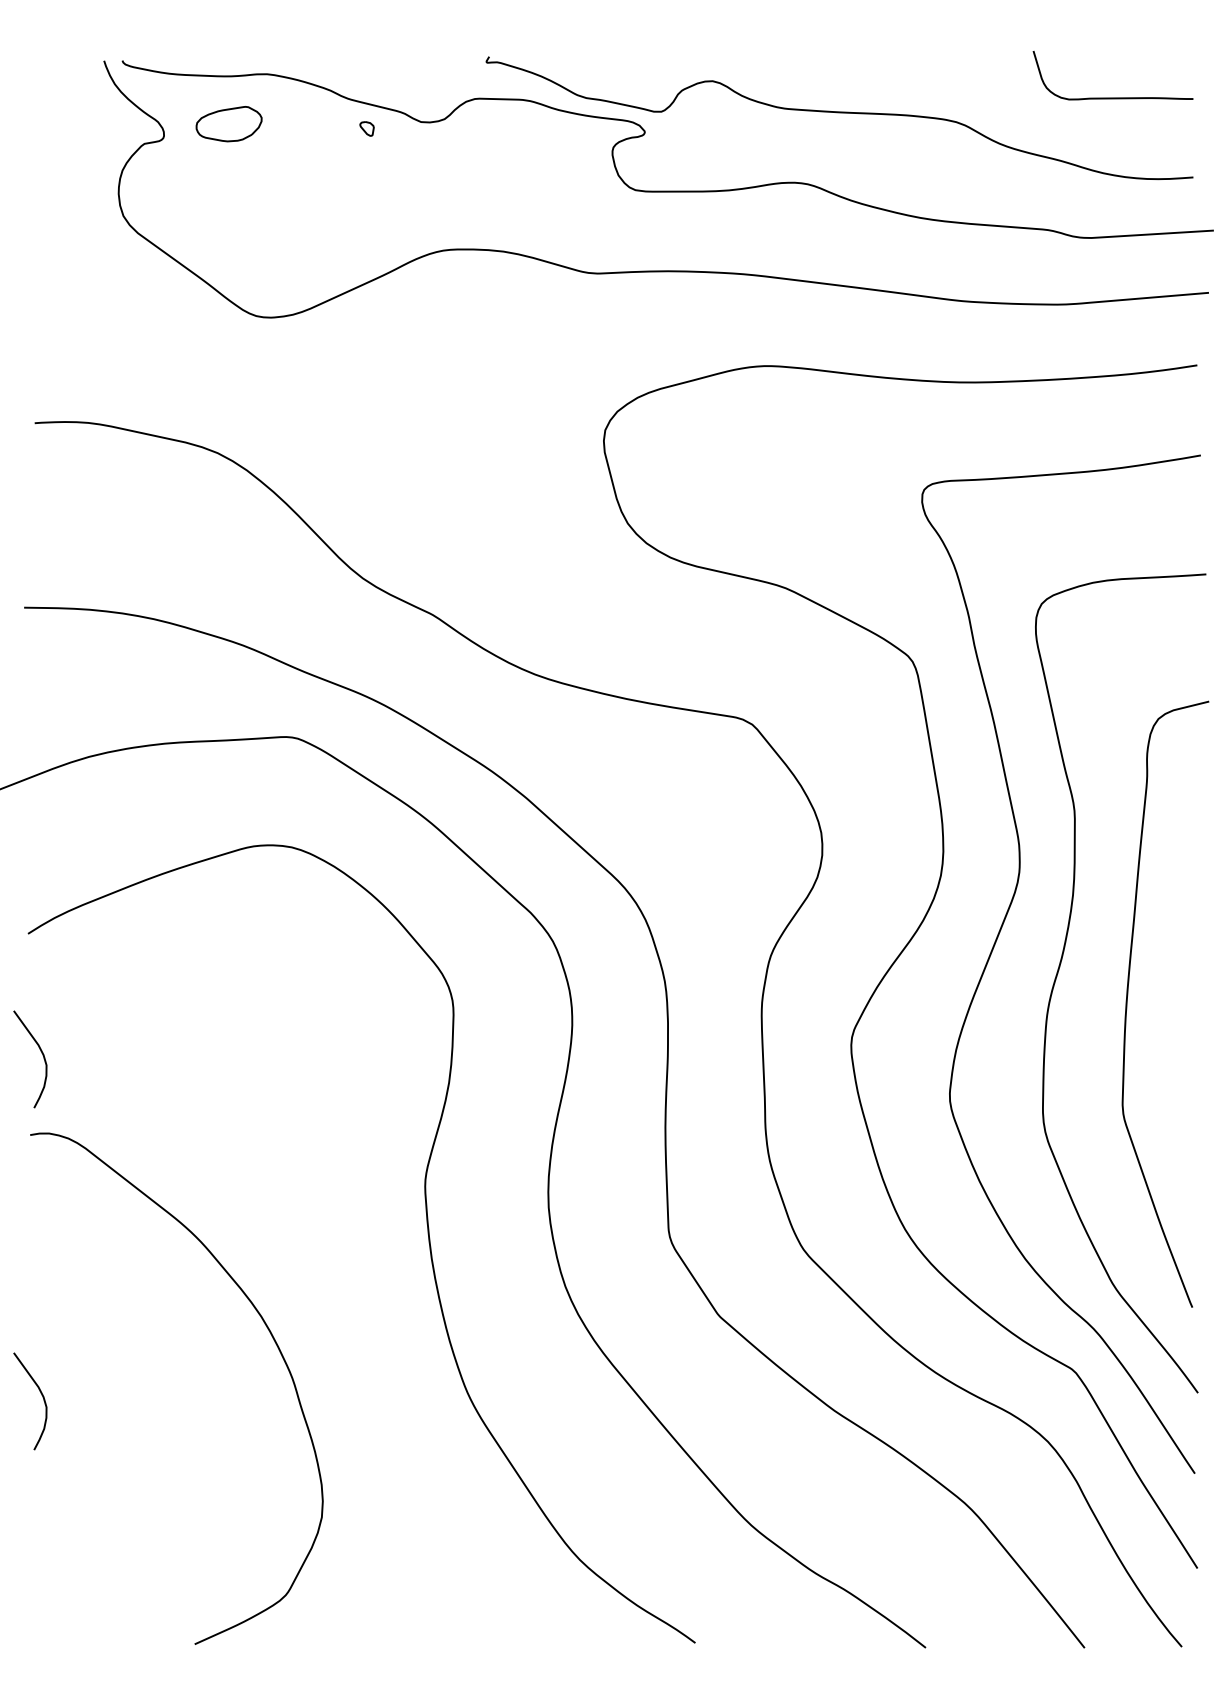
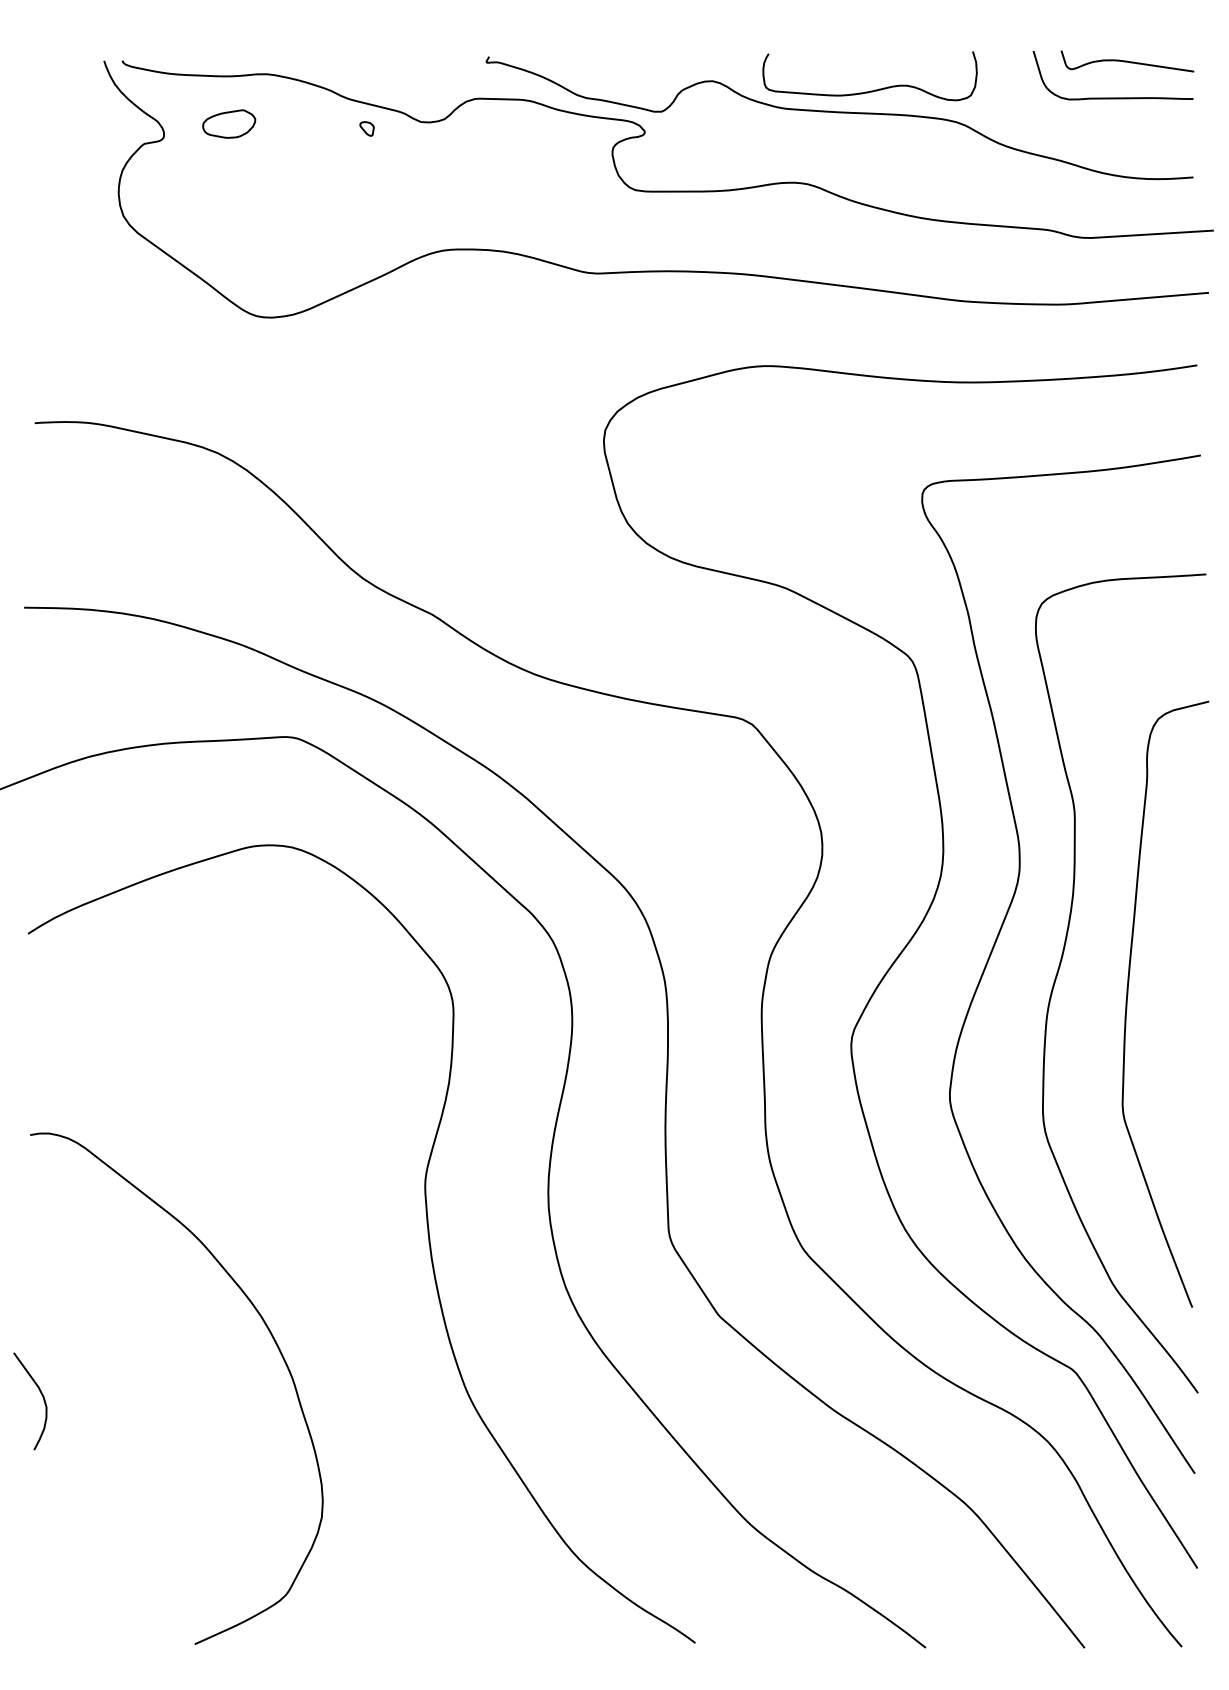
curve at (1127, 61): none -> present
curve at (870, 90): none -> present
part at (228, 124) size: 68x37 px -> 55x30 px
curve at (41, 1053): present -> none
